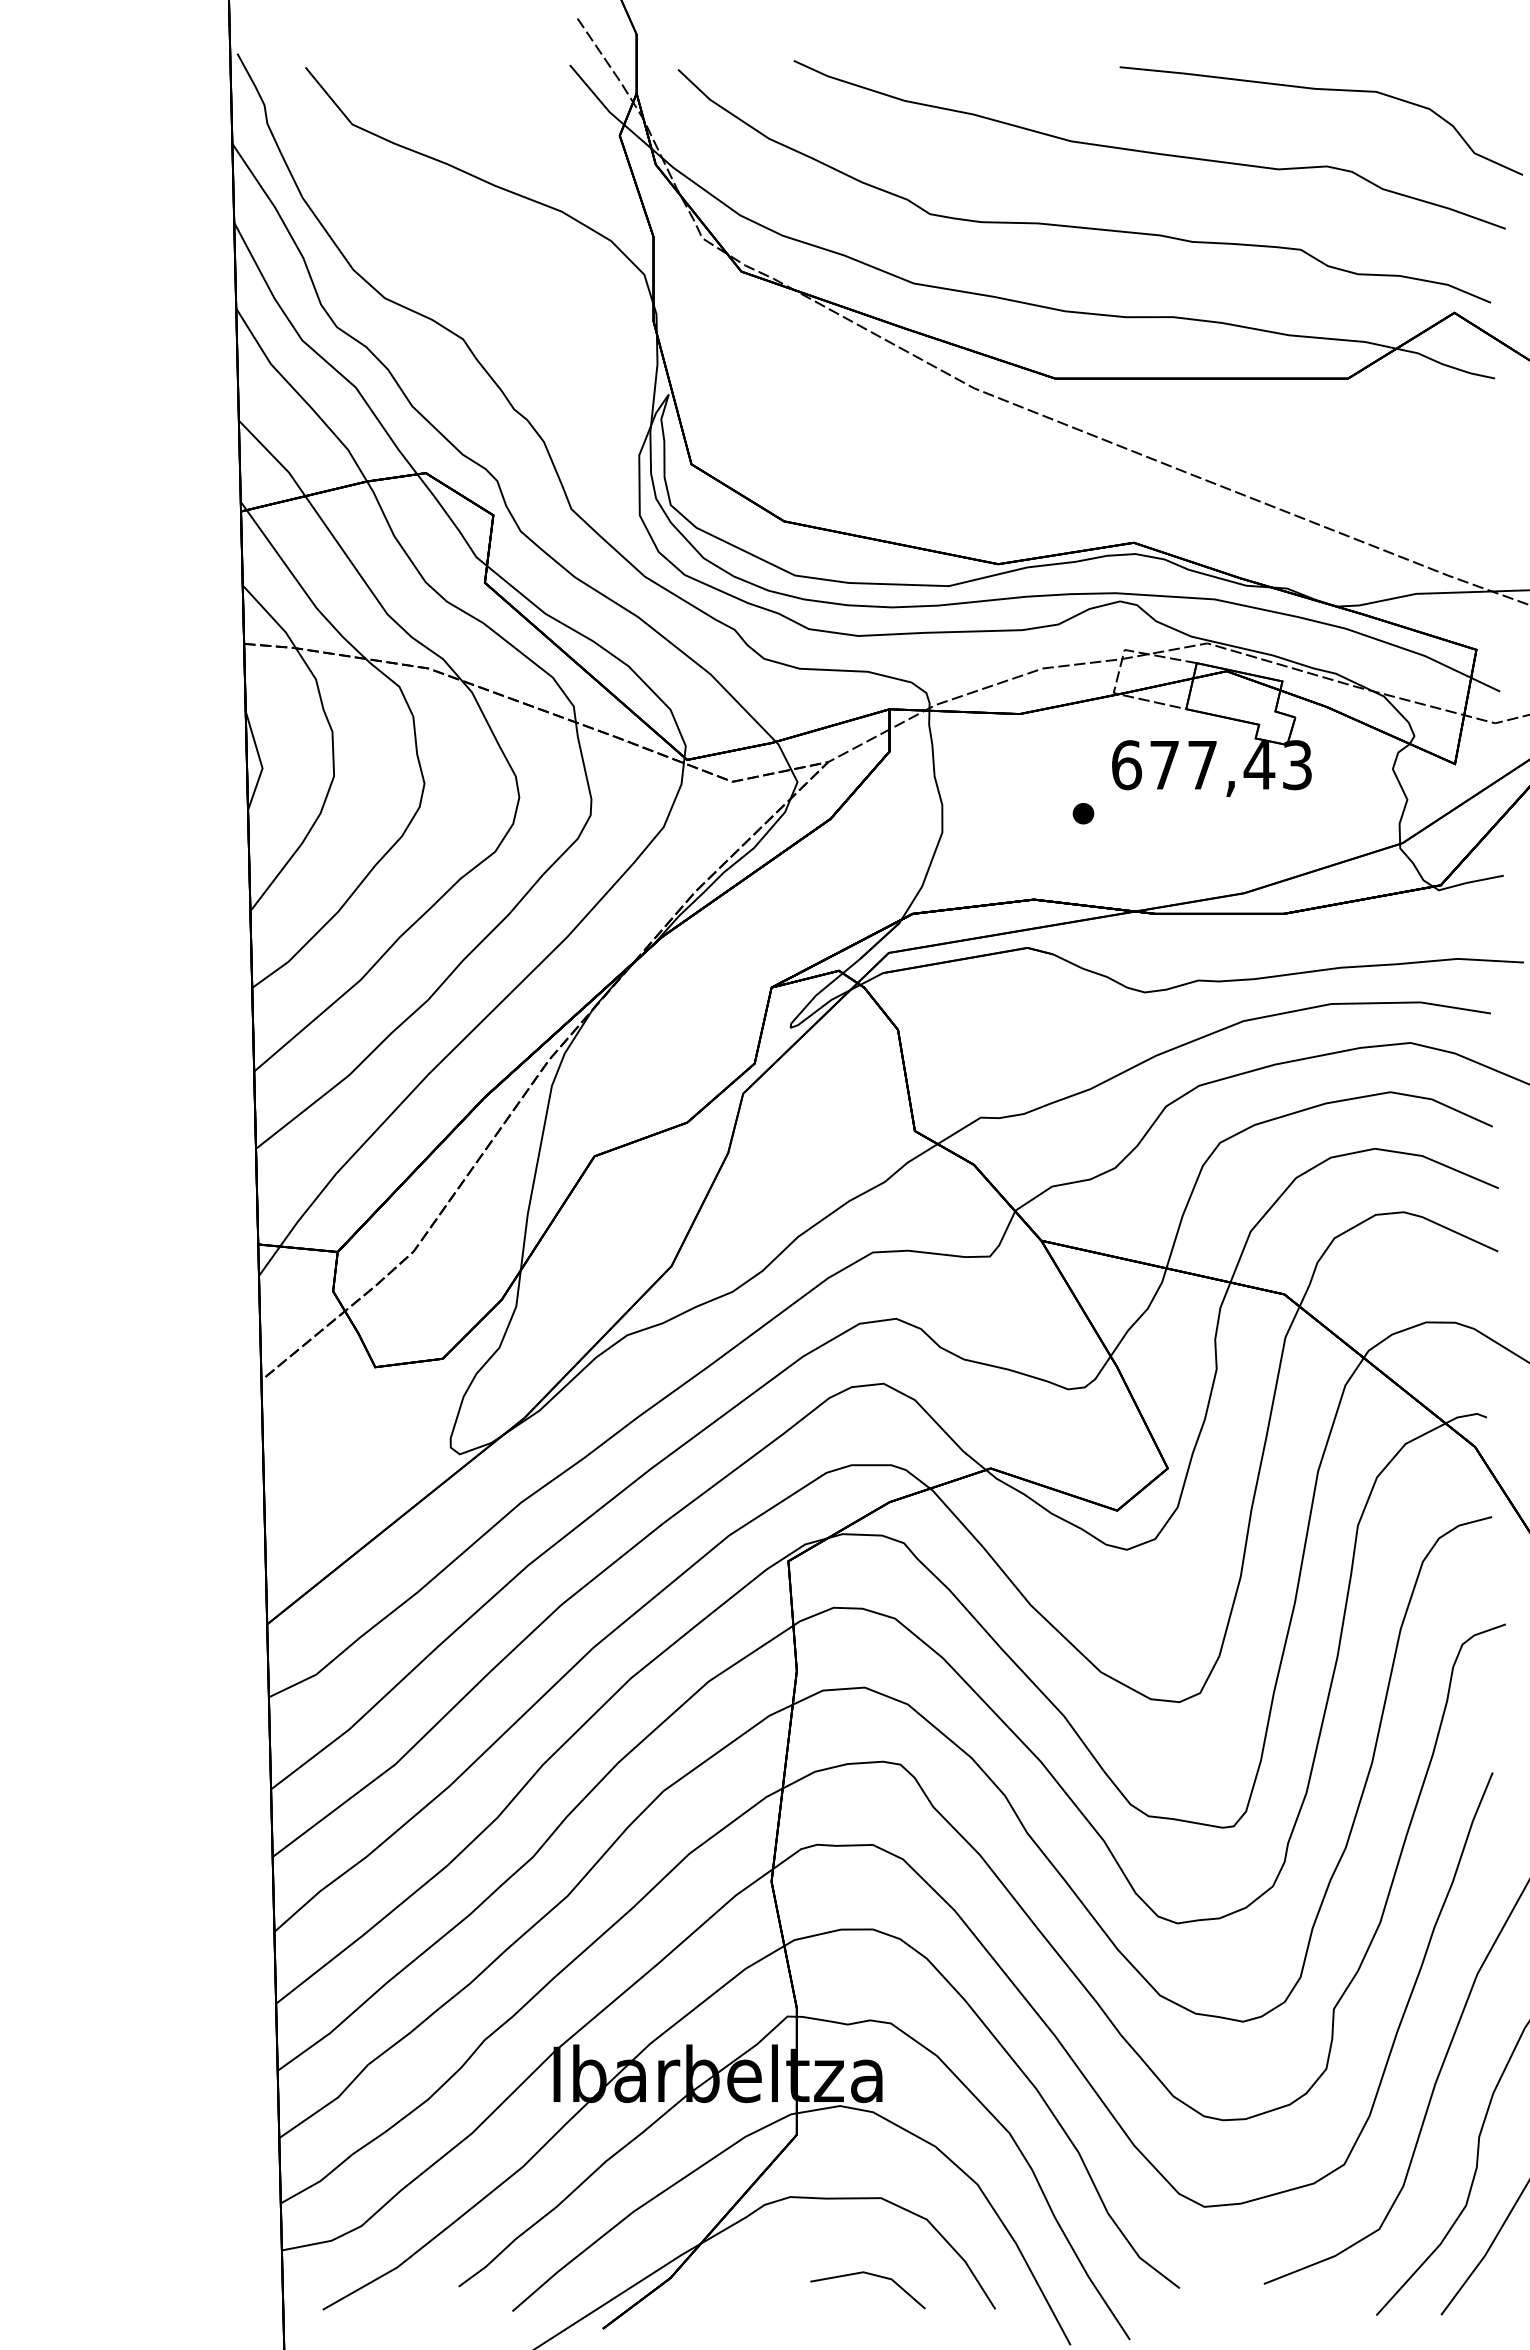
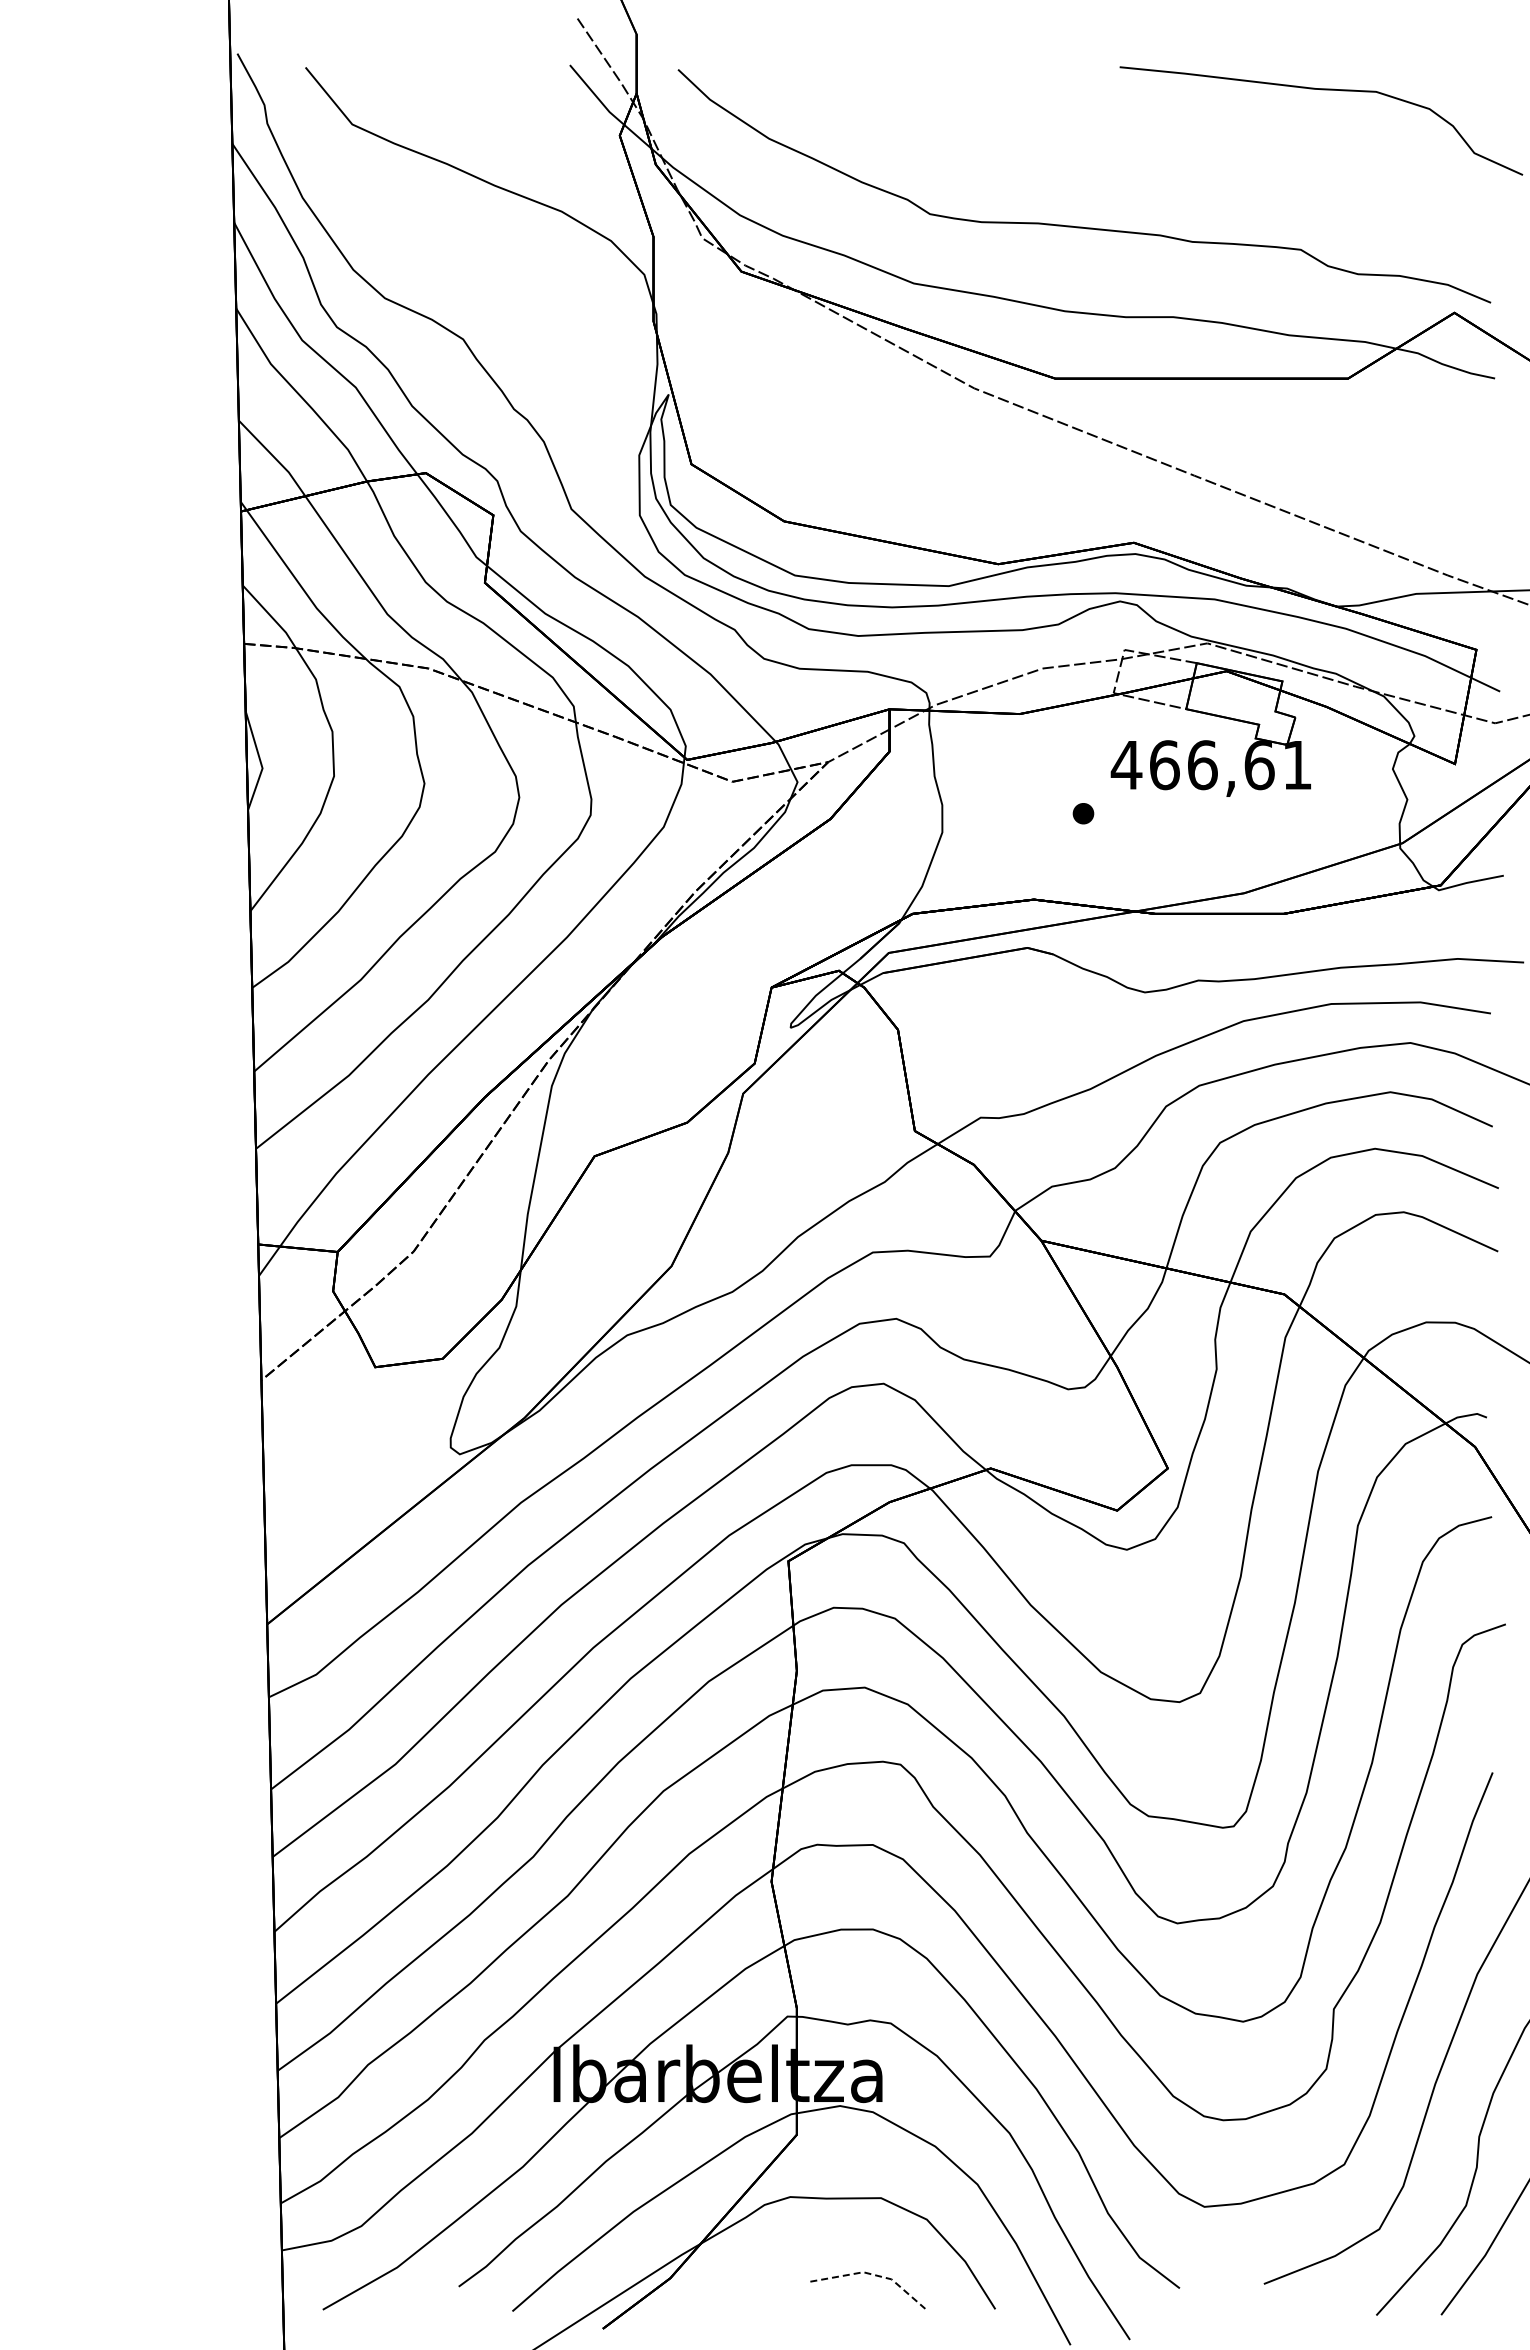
curve at (1149, 151): present -> none
text at (1210, 765): 677,43 -> 466,61
line at (873, 2274): solid -> dashed
